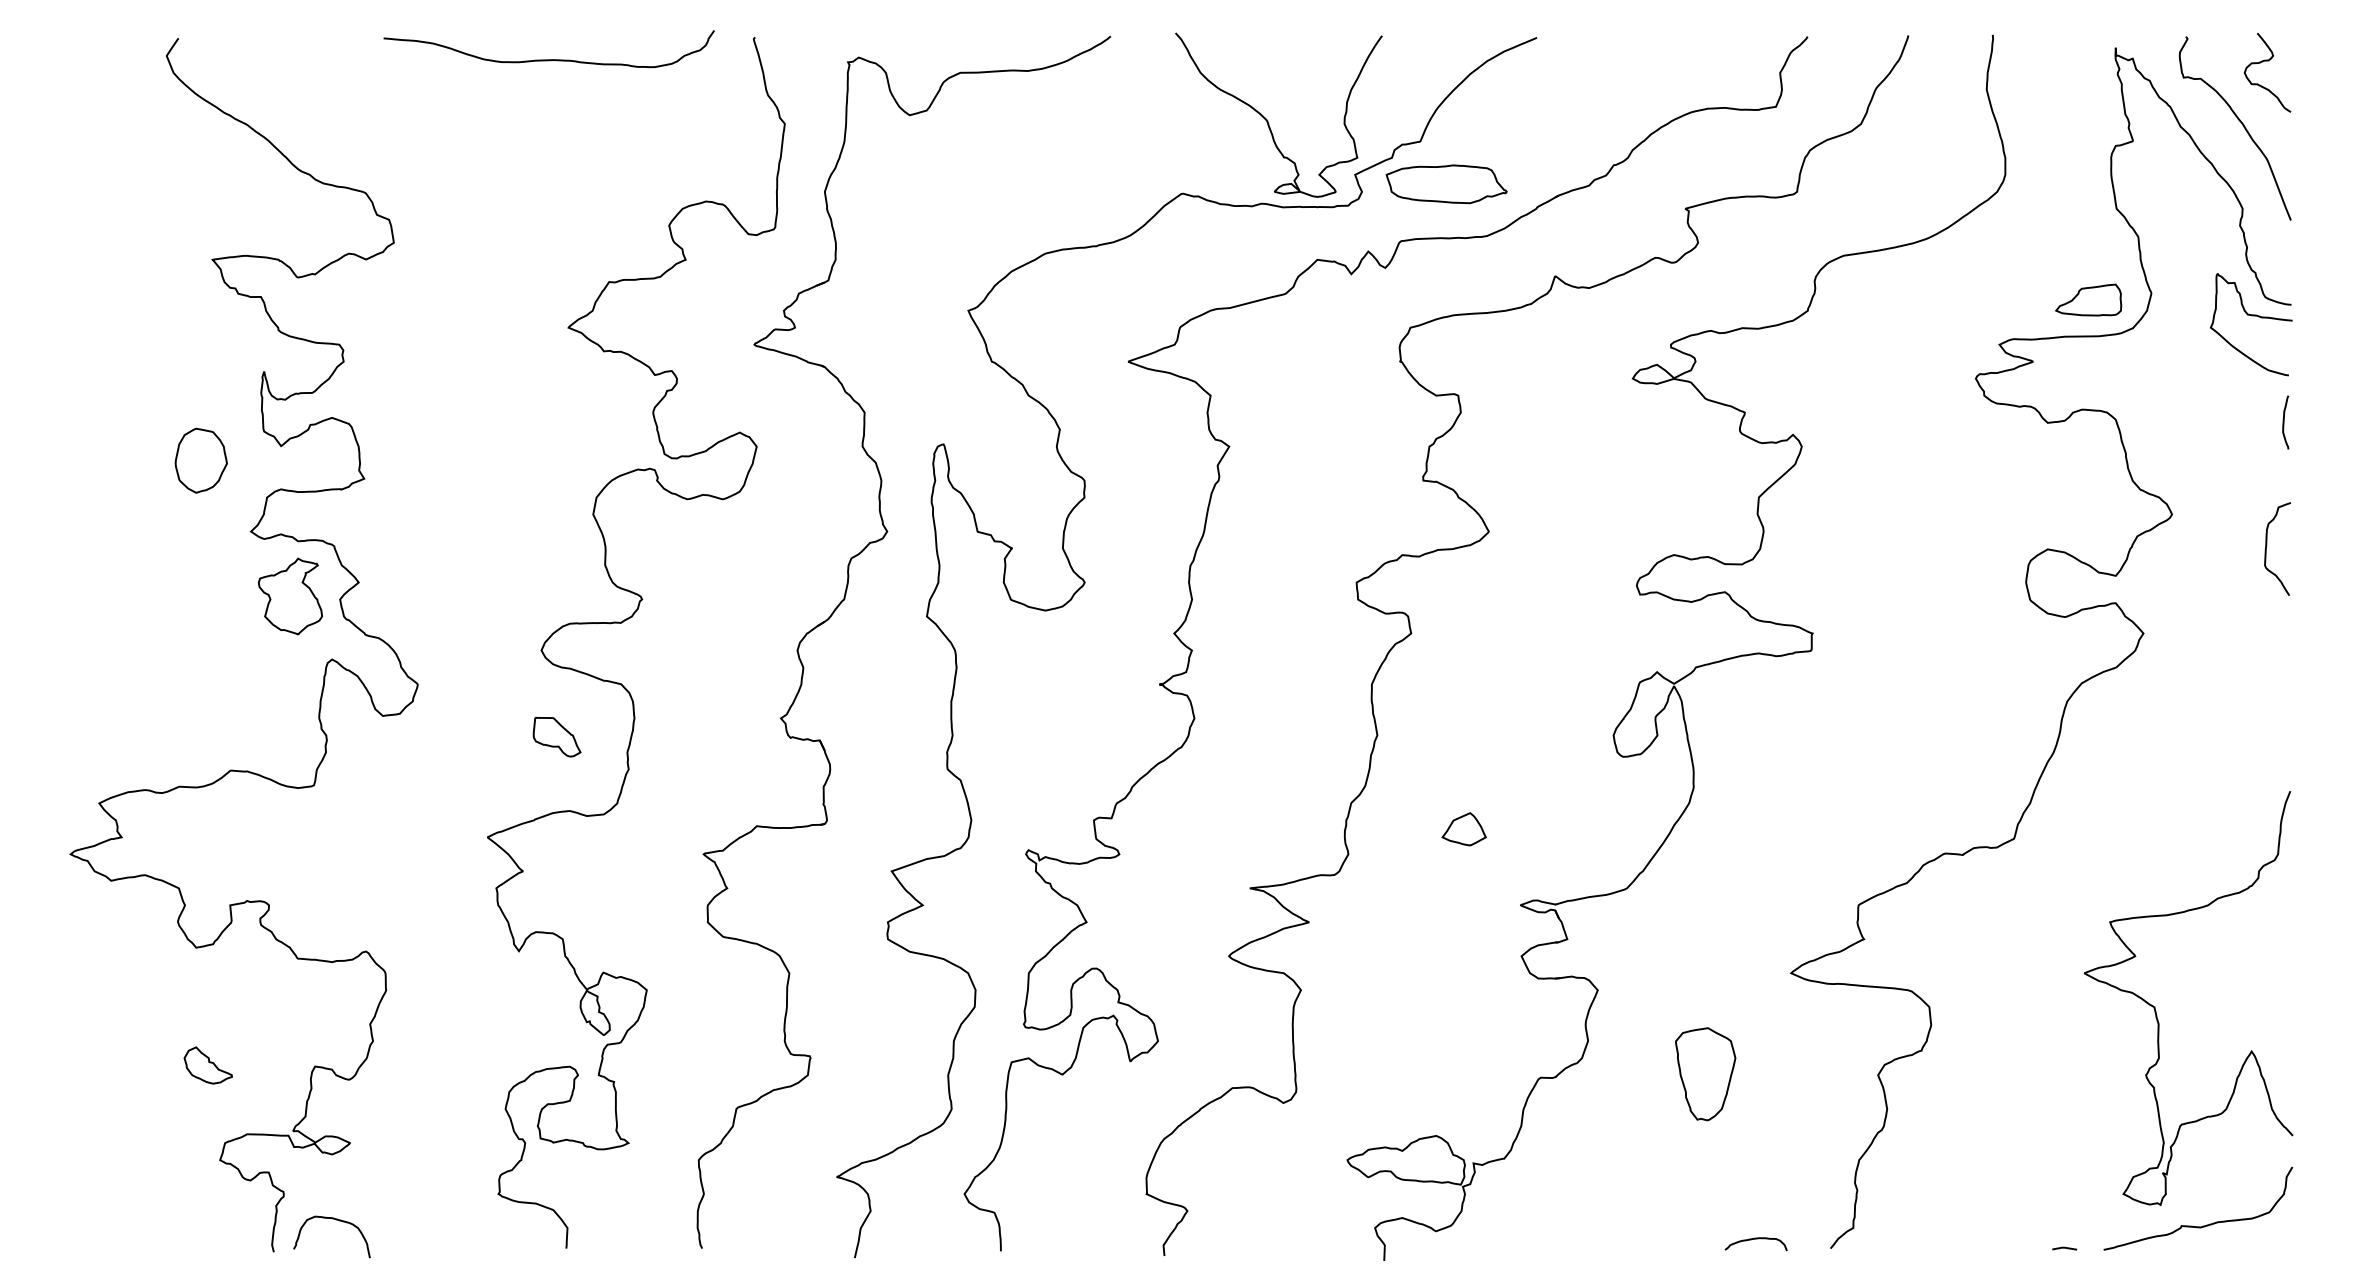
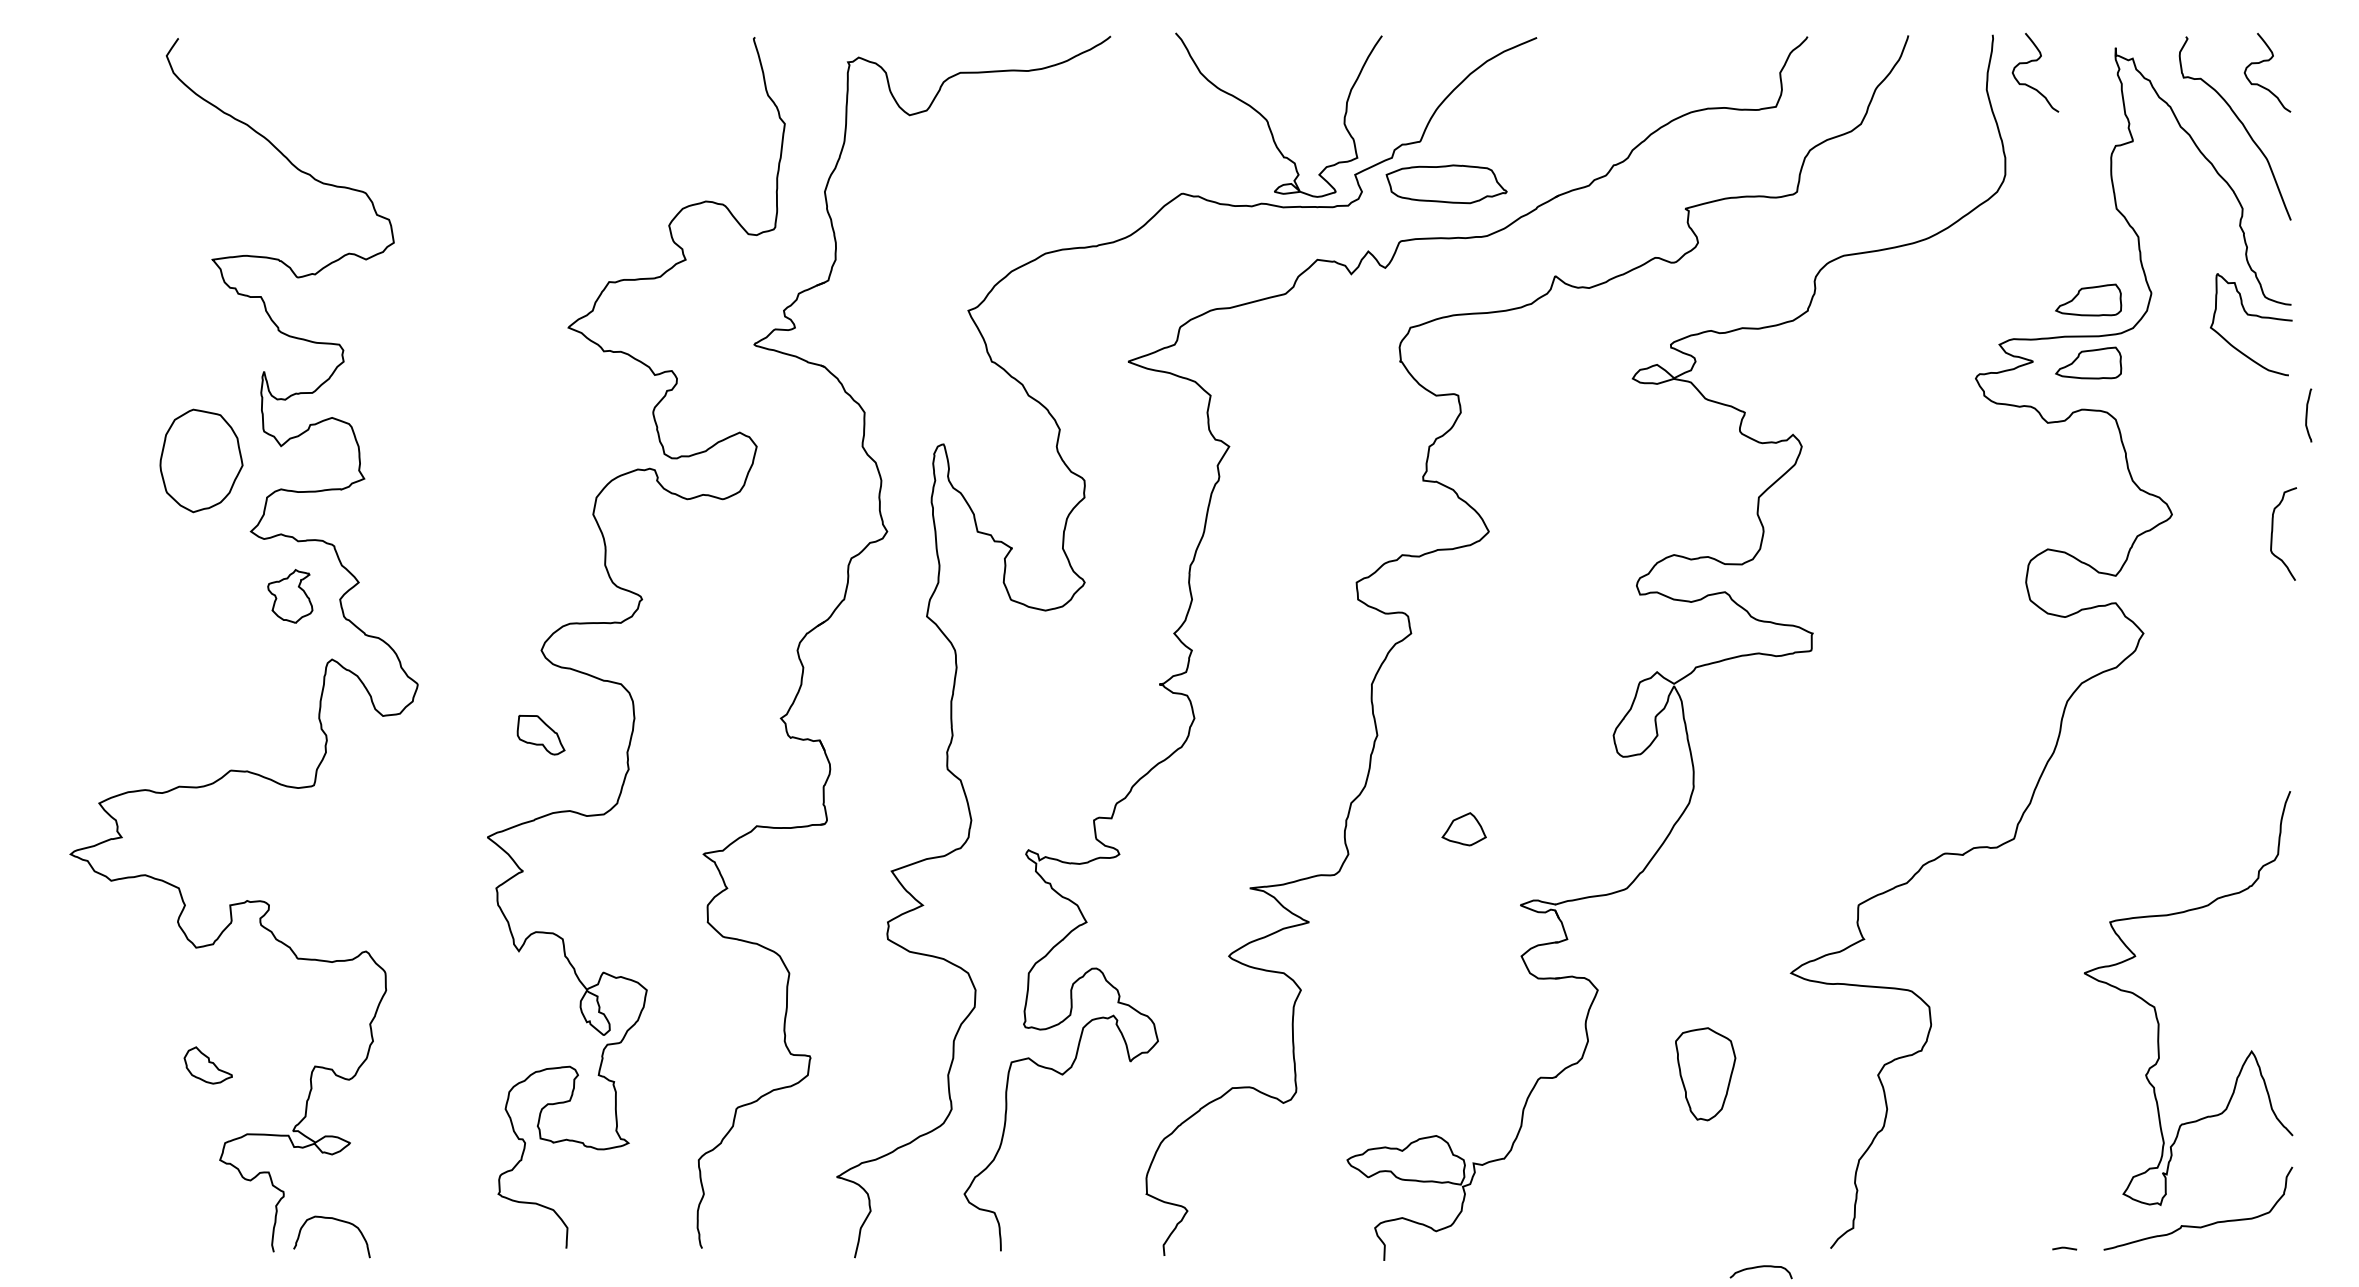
curve at (548, 59): present -> none
curve at (2035, 61): none -> present
part at (2088, 362): none -> present
curve at (2284, 422) position: (2284, 422) -> (2307, 415)
part at (200, 460) size: 54x67 px -> 85x106 px
curve at (2267, 545) position: (2267, 545) -> (2273, 530)
part at (289, 596) size: 66x79 px -> 47x55 px
part at (556, 736) position: (556, 736) -> (540, 734)
curve at (1755, 1239) position: (1755, 1239) -> (1760, 1267)
